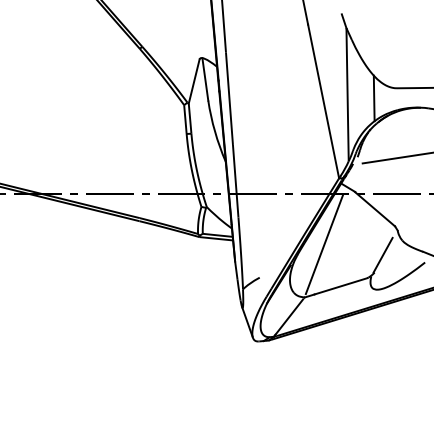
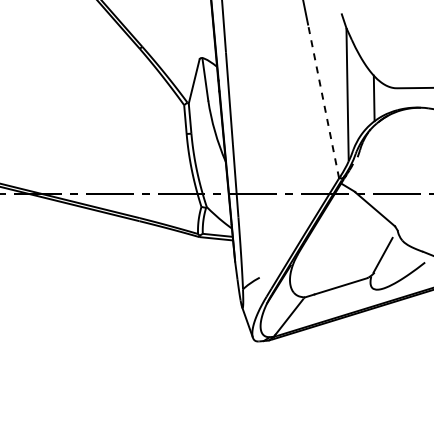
line at (323, 100): solid -> dashed
line at (396, 158): present -> none
line at (324, 244): present -> none
